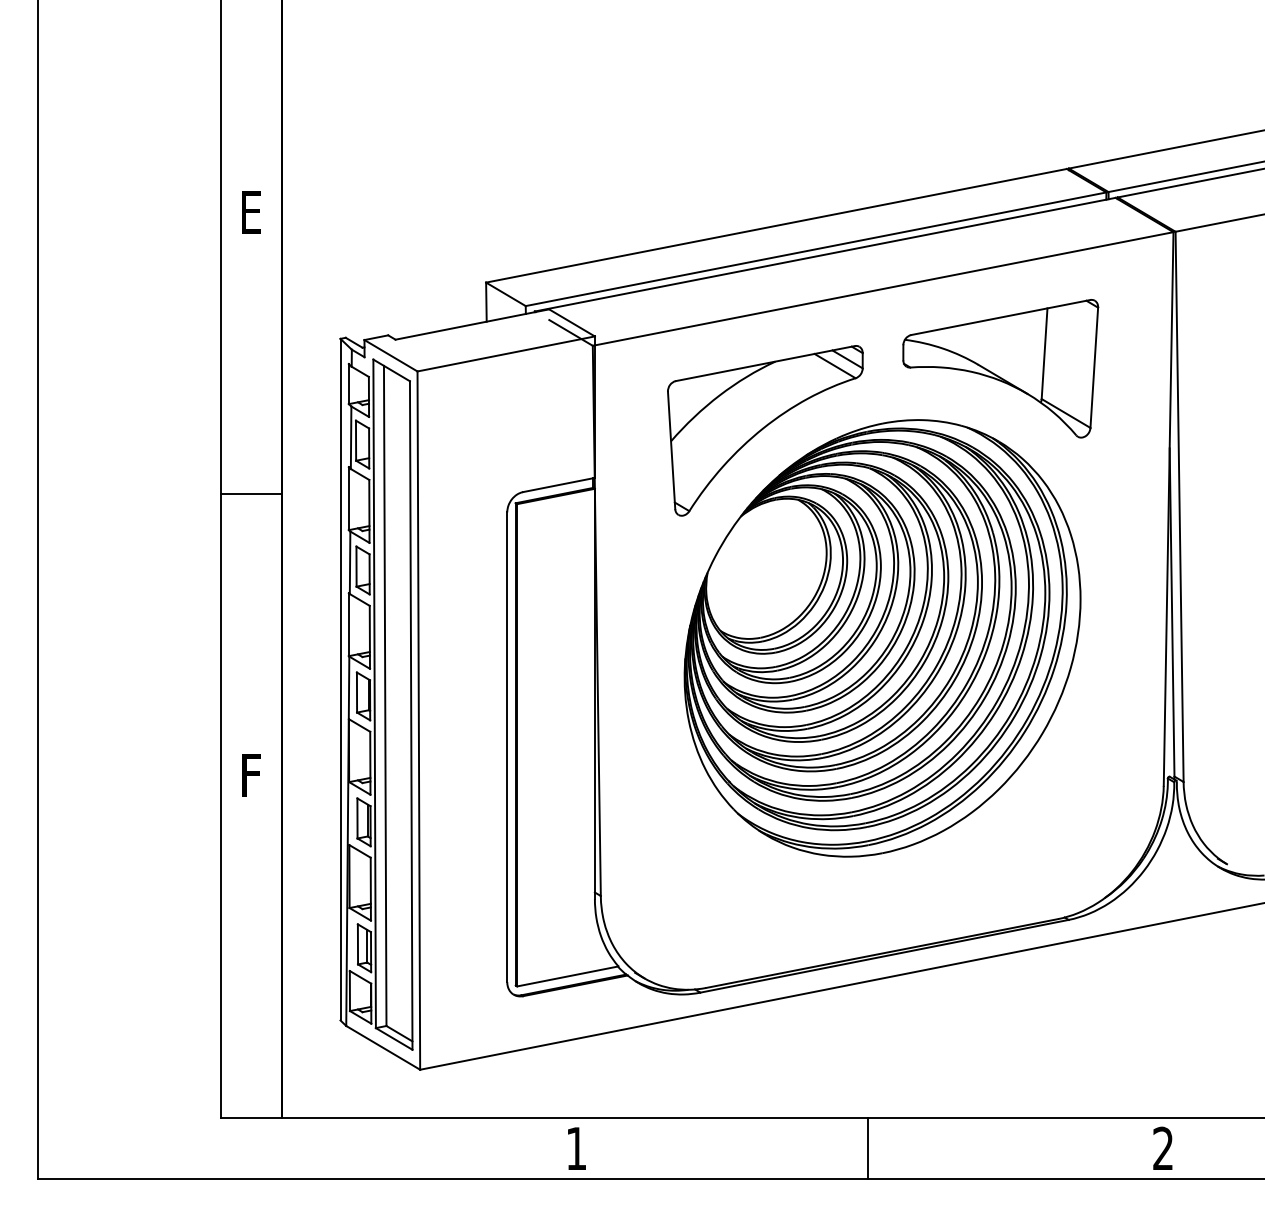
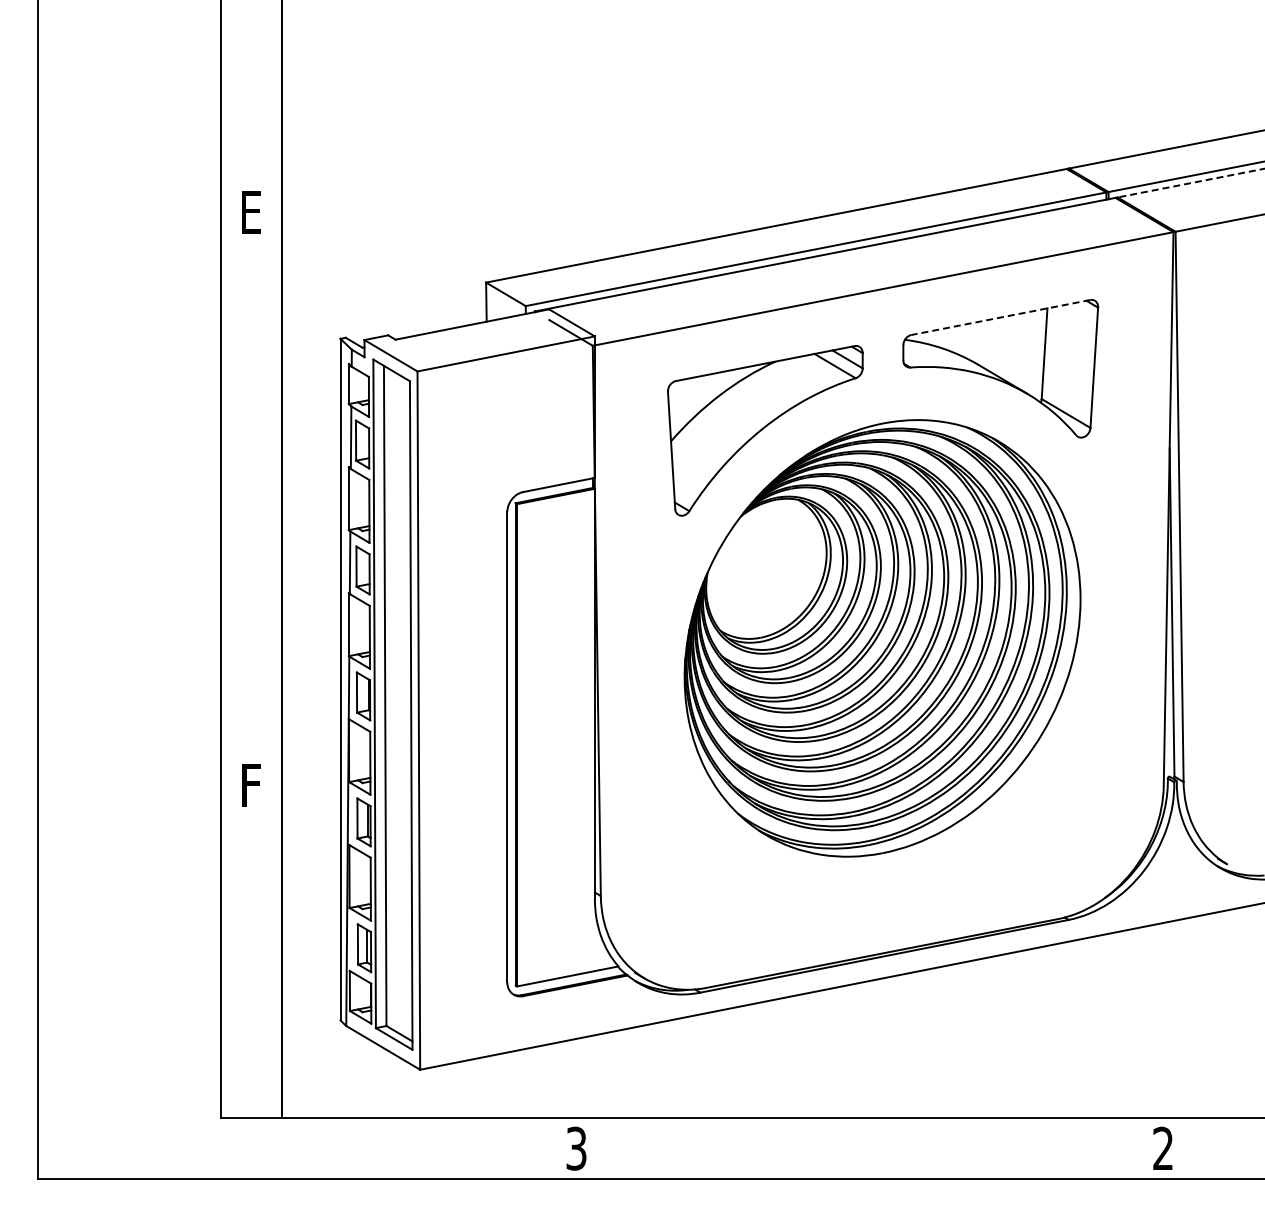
line at (1191, 183): solid -> dashed
line at (1000, 317): solid -> dashed
line at (250, 493): present -> none
text at (251, 775) position: (251, 775) -> (251, 785)
text at (576, 1148): 1 -> 3
line at (868, 1148): present -> none
